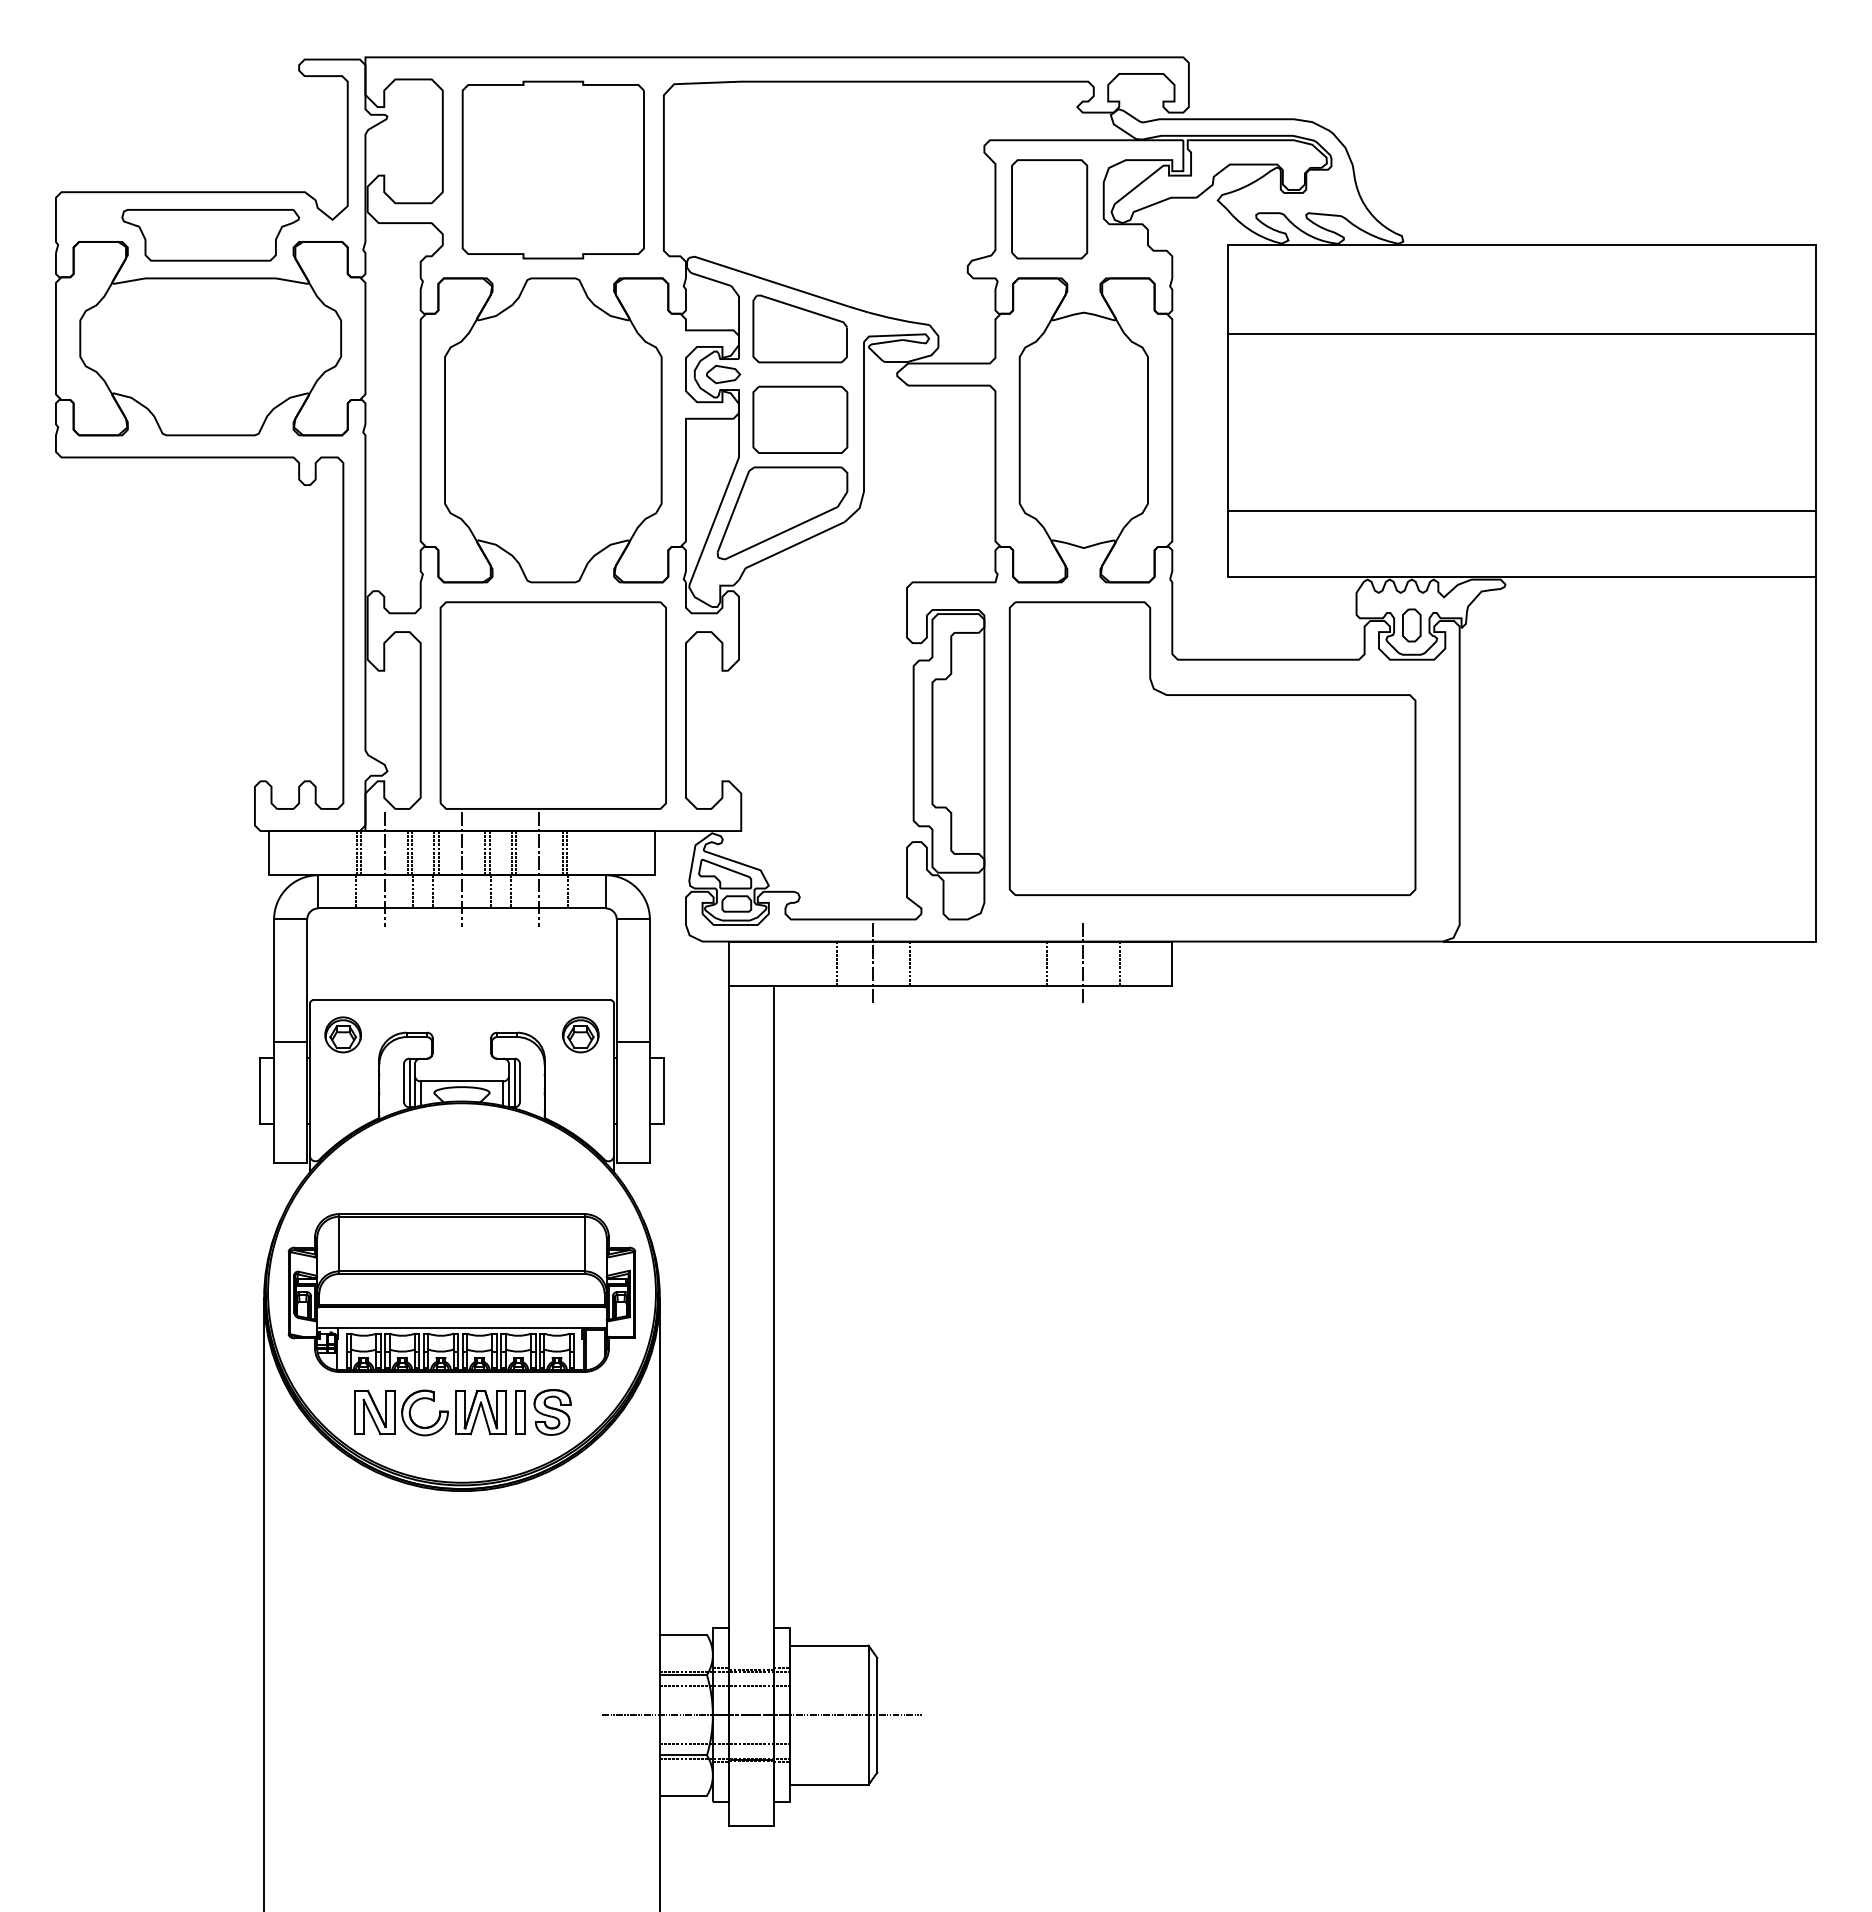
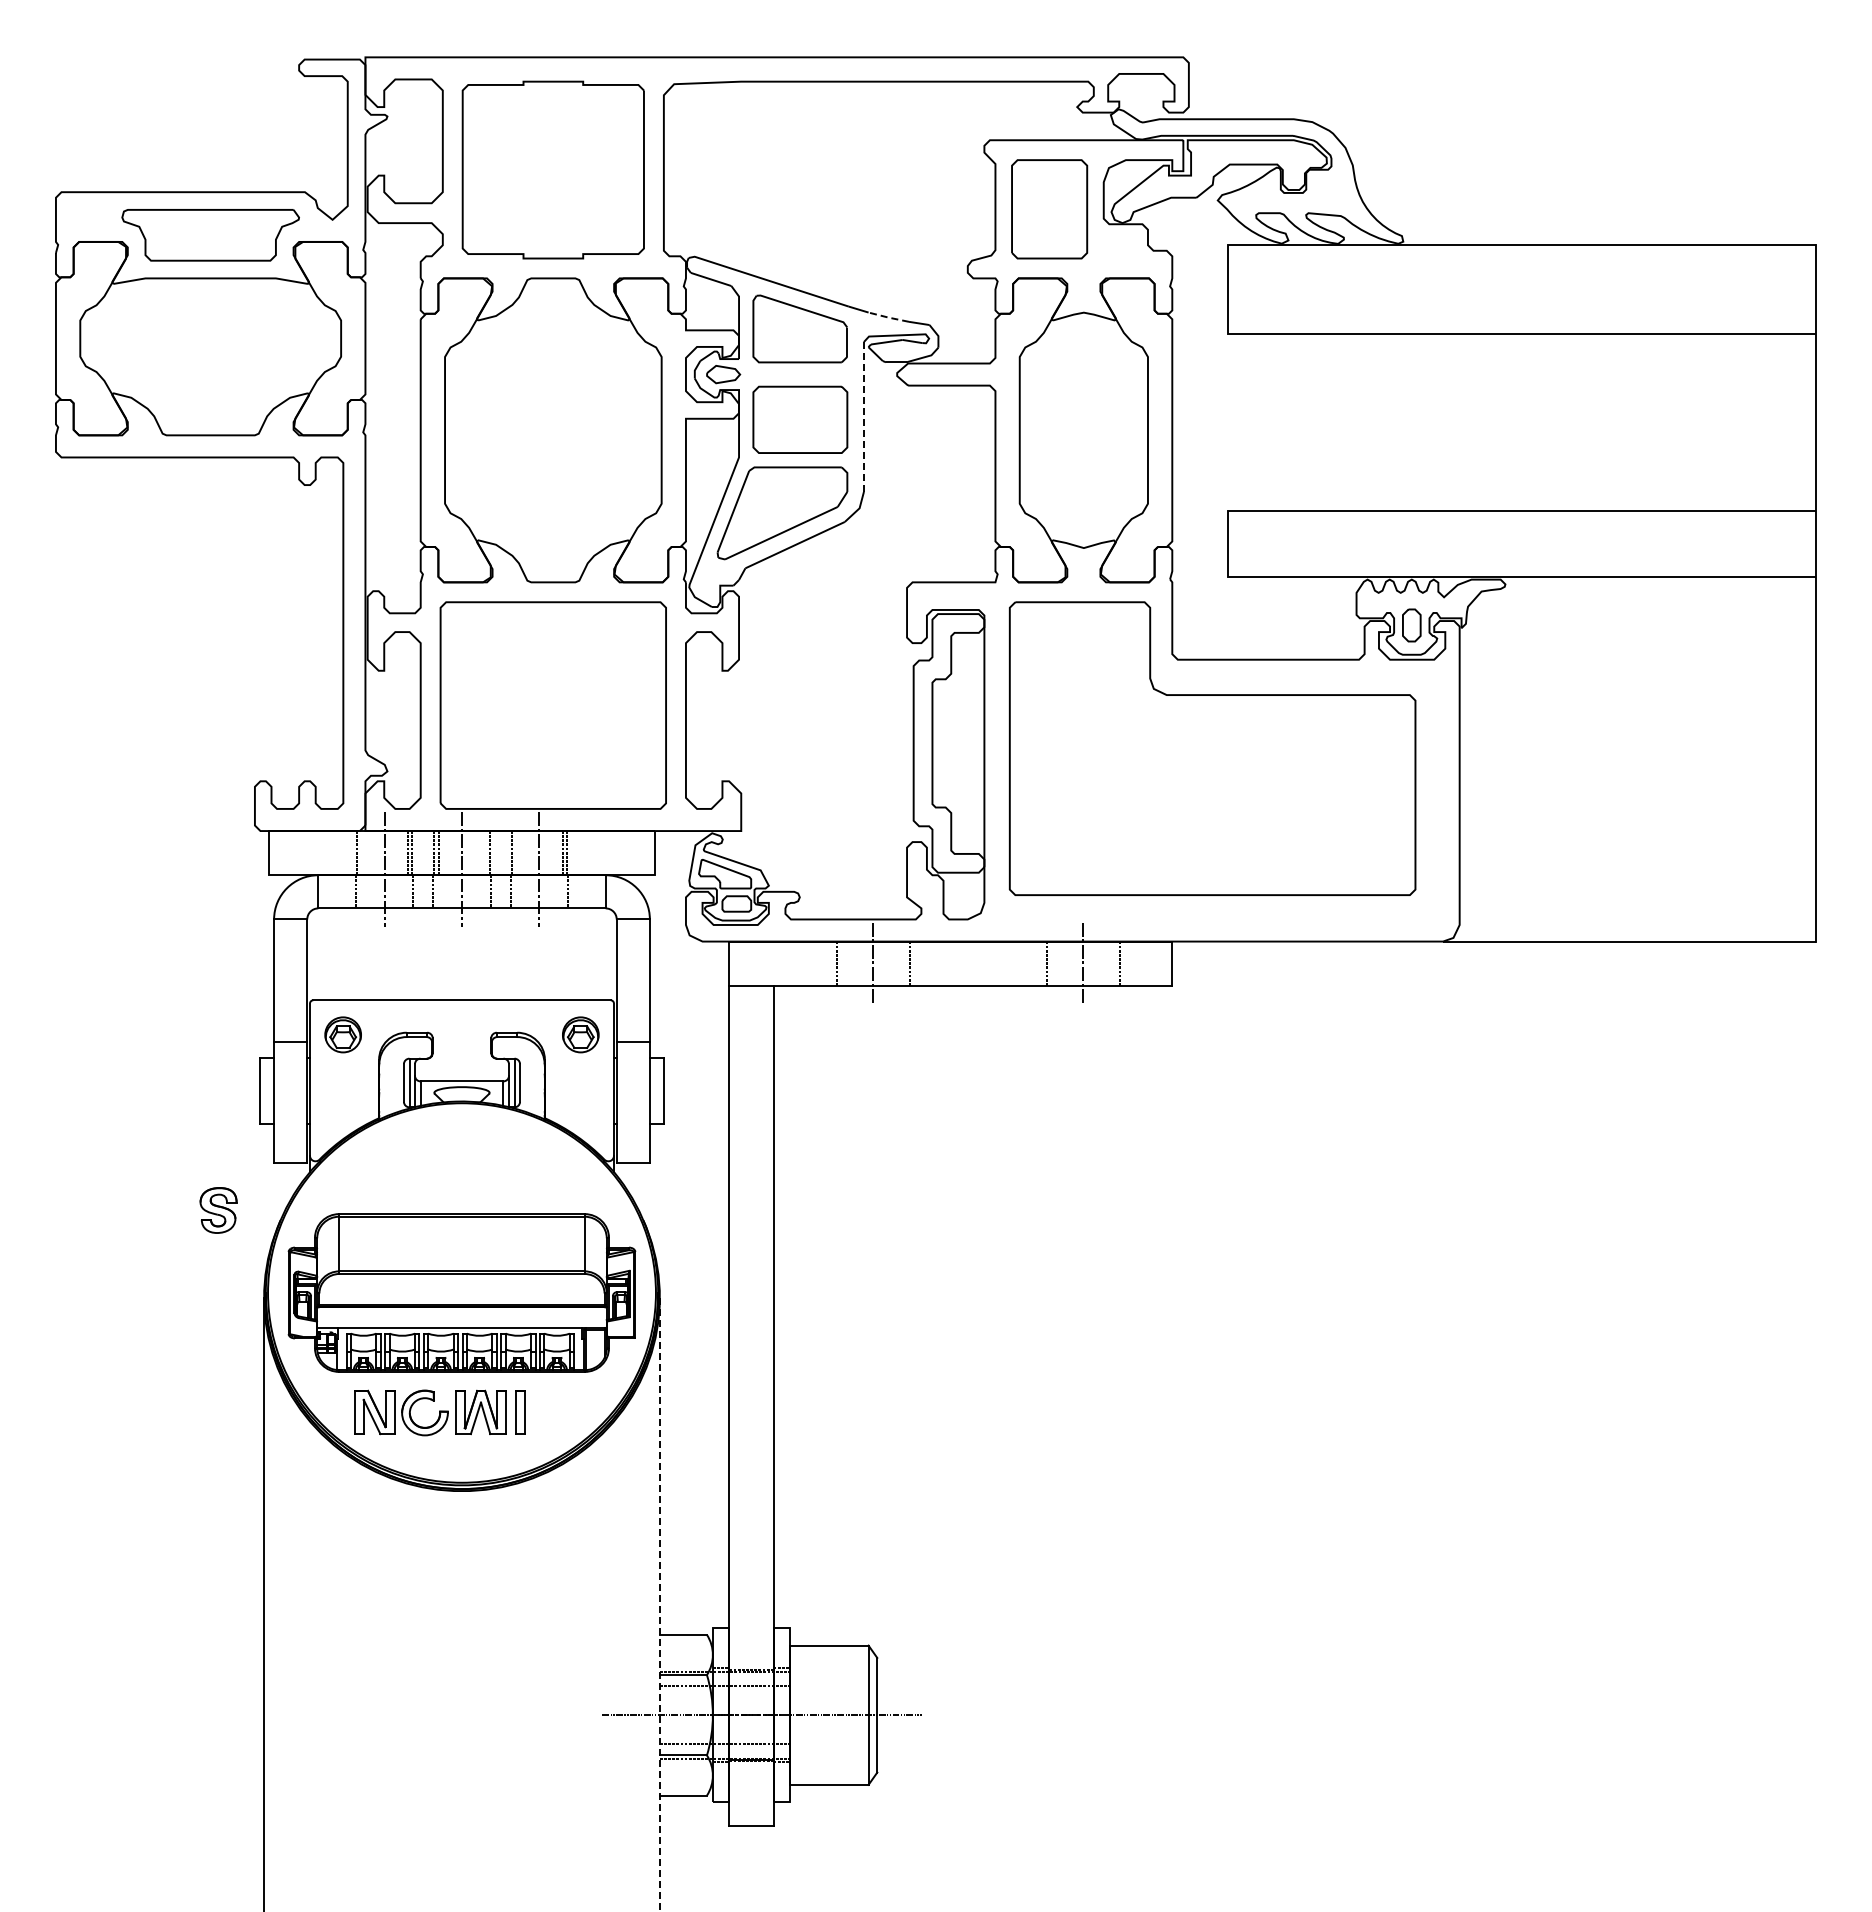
line at (888, 317): solid -> dashed
line at (863, 417): solid -> dashed
line at (1227, 421): present -> none
line at (361, 853): present -> none
line at (485, 853): present -> none
line at (516, 853): present -> none
part at (552, 1412) position: (552, 1412) -> (218, 1210)
line at (659, 1604): solid -> dashed
